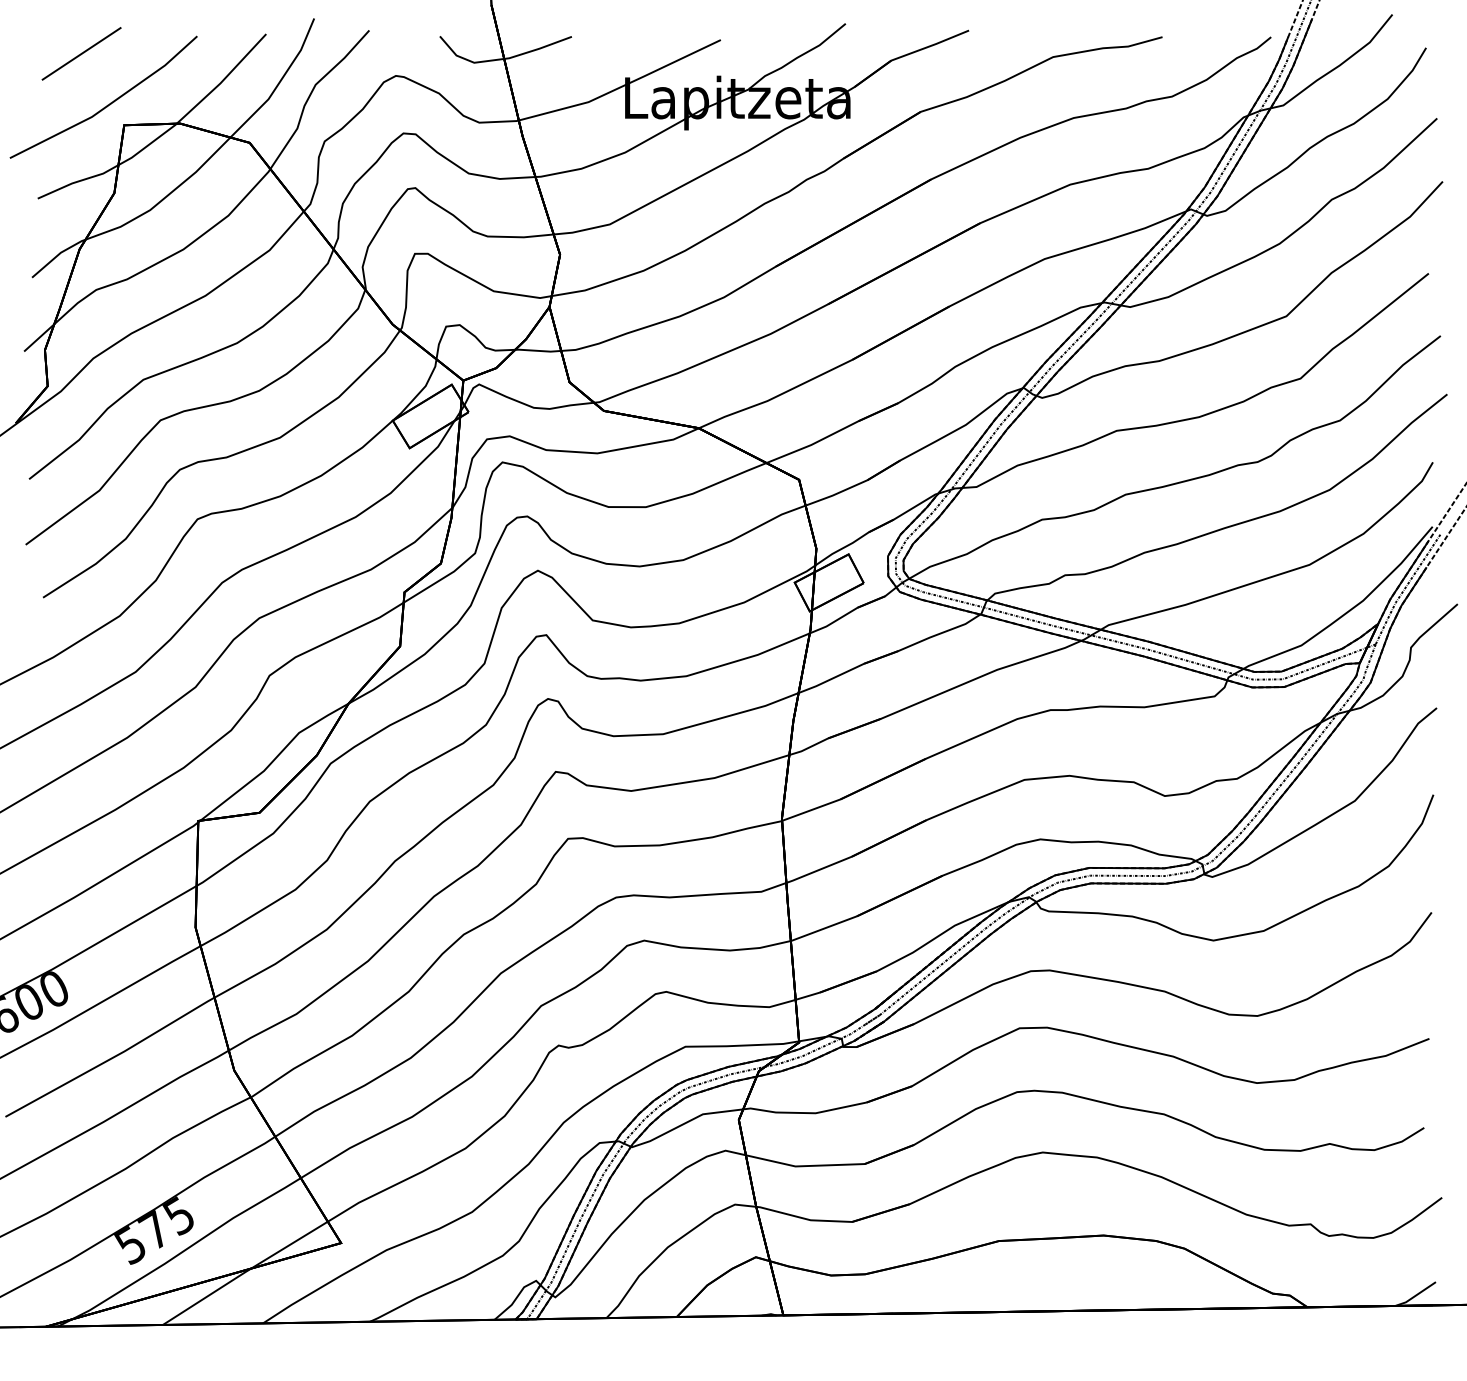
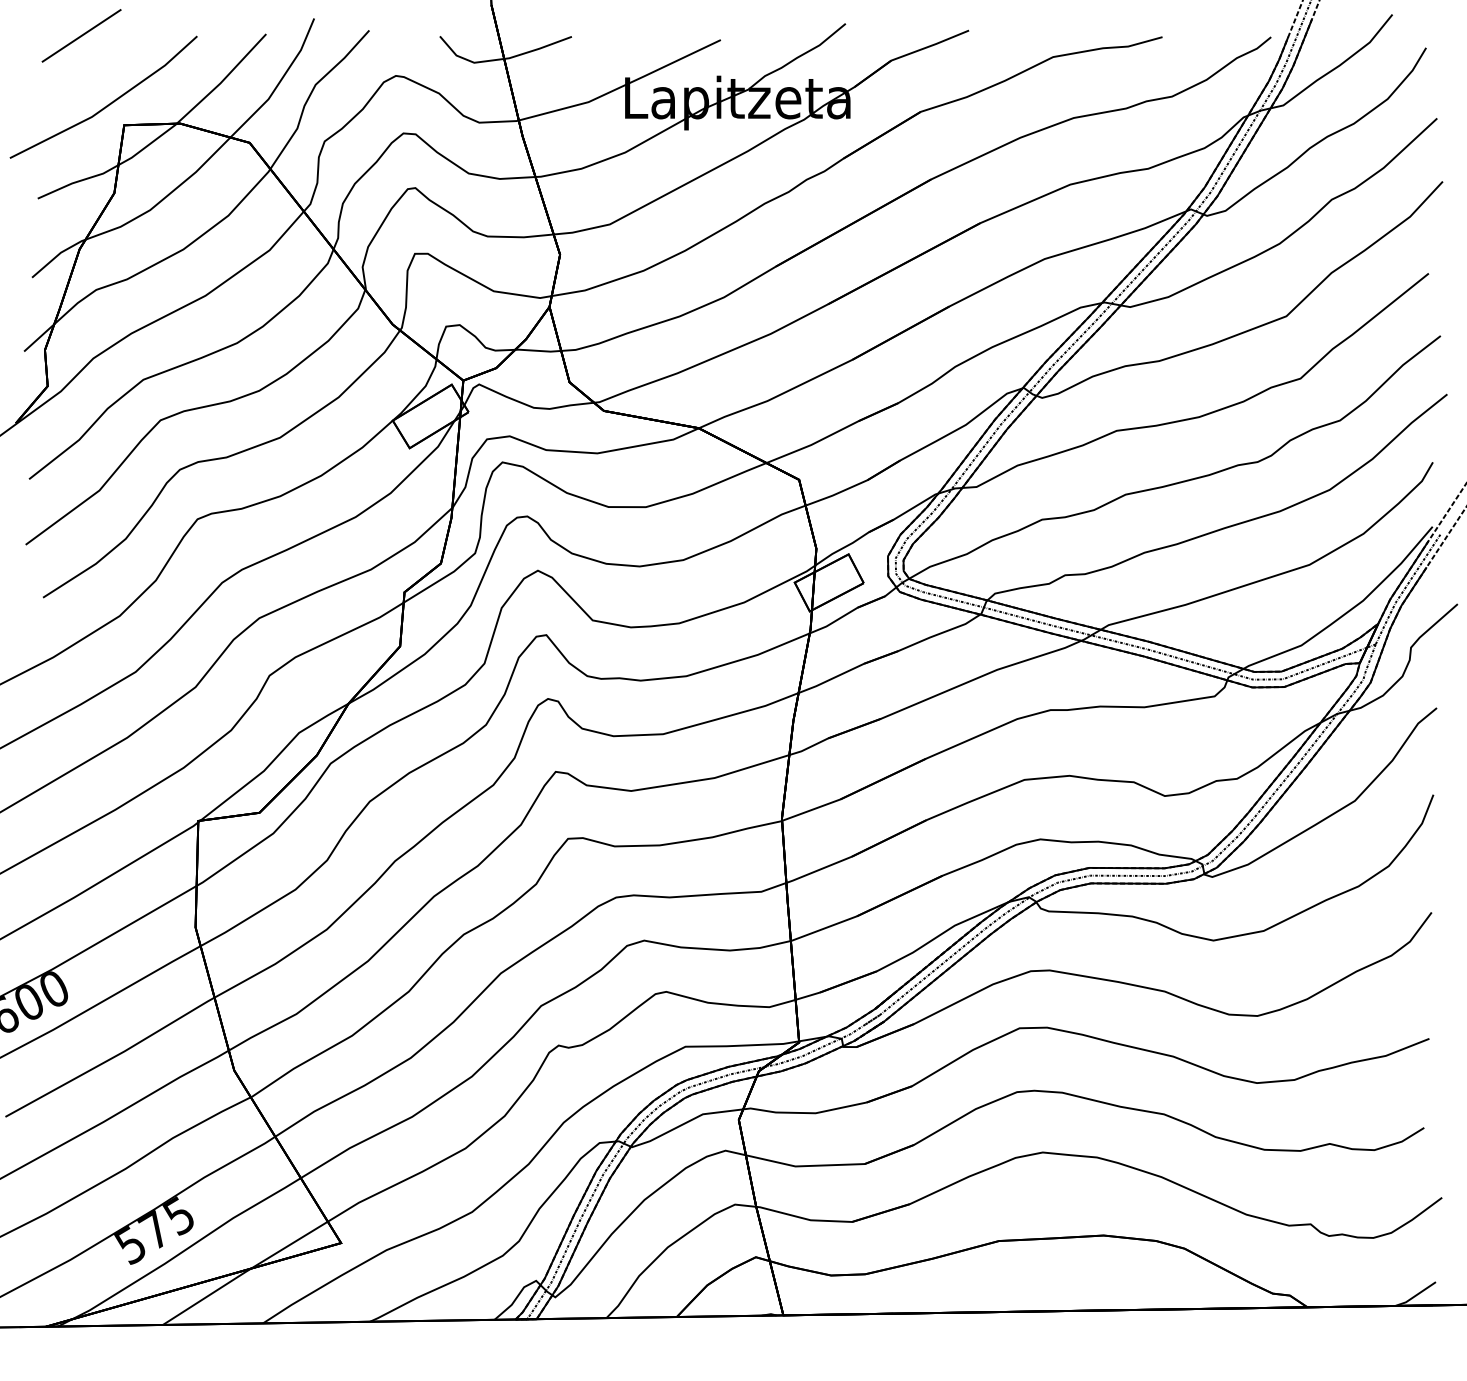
line at (81, 53) position: (81, 53) -> (81, 35)
